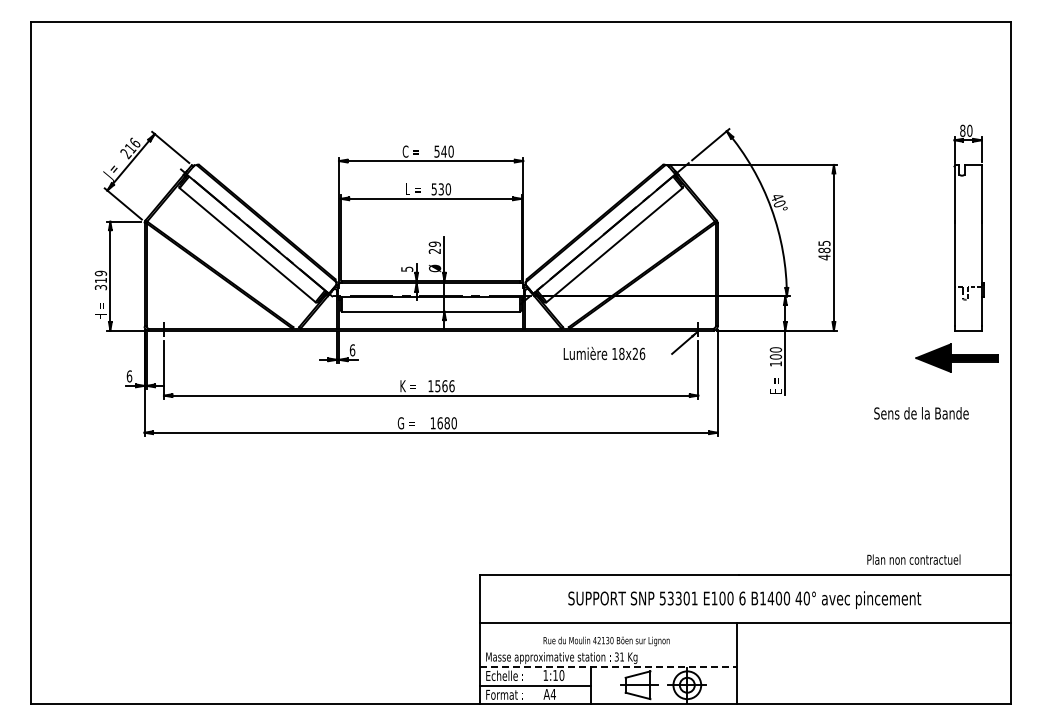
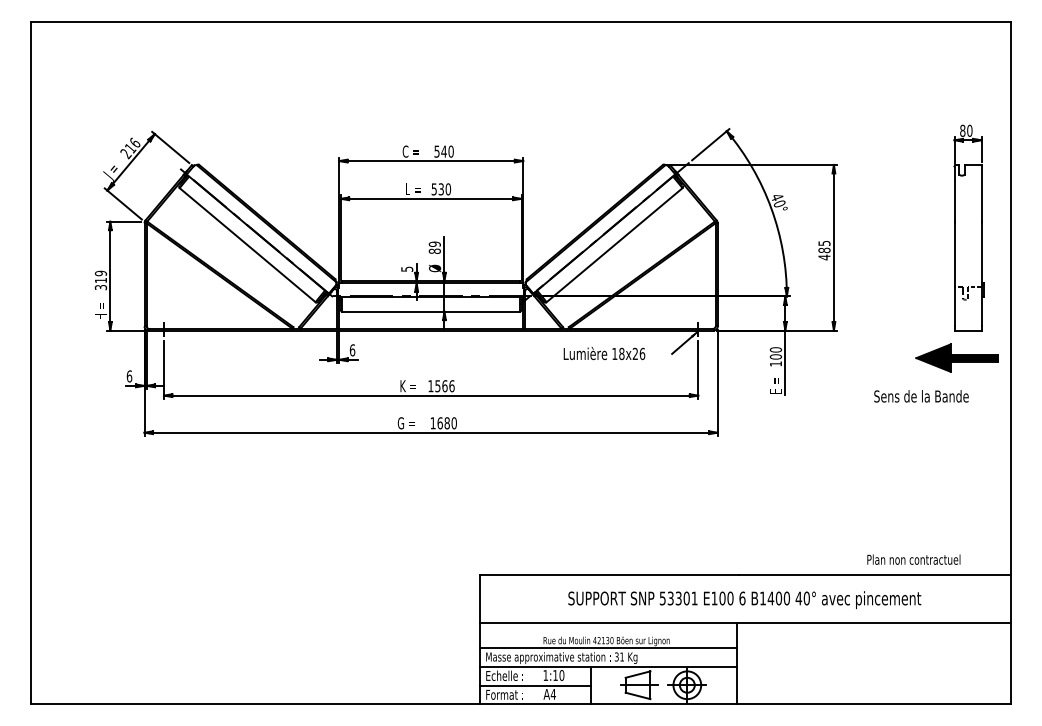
text at (434, 250): 29 -> 89
text at (921, 413) position: (921, 413) -> (921, 396)
line at (607, 648): none -> present
line at (608, 666): dashed -> solid
